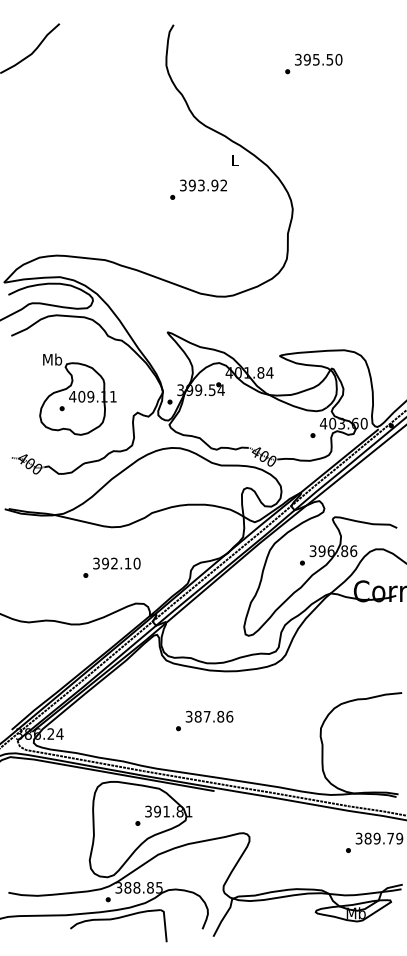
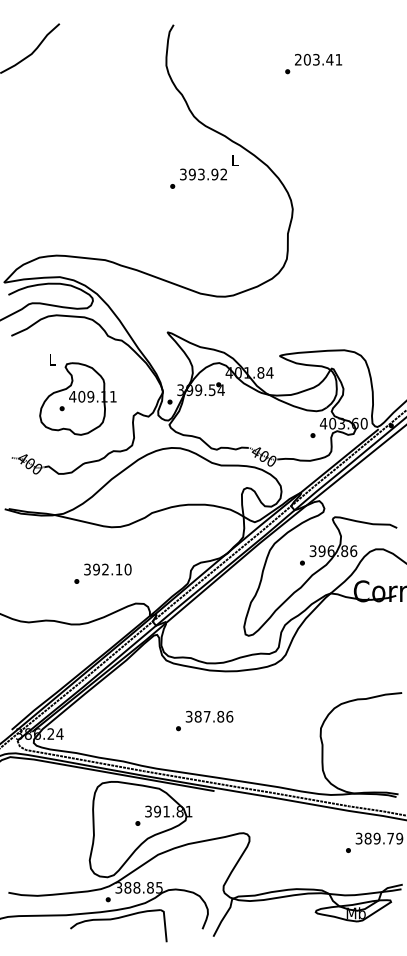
text at (318, 59): 395.50 -> 203.41
text at (198, 189) position: (198, 189) -> (198, 178)
text at (52, 359): Mb -> L
text at (111, 567) position: (111, 567) -> (102, 573)
